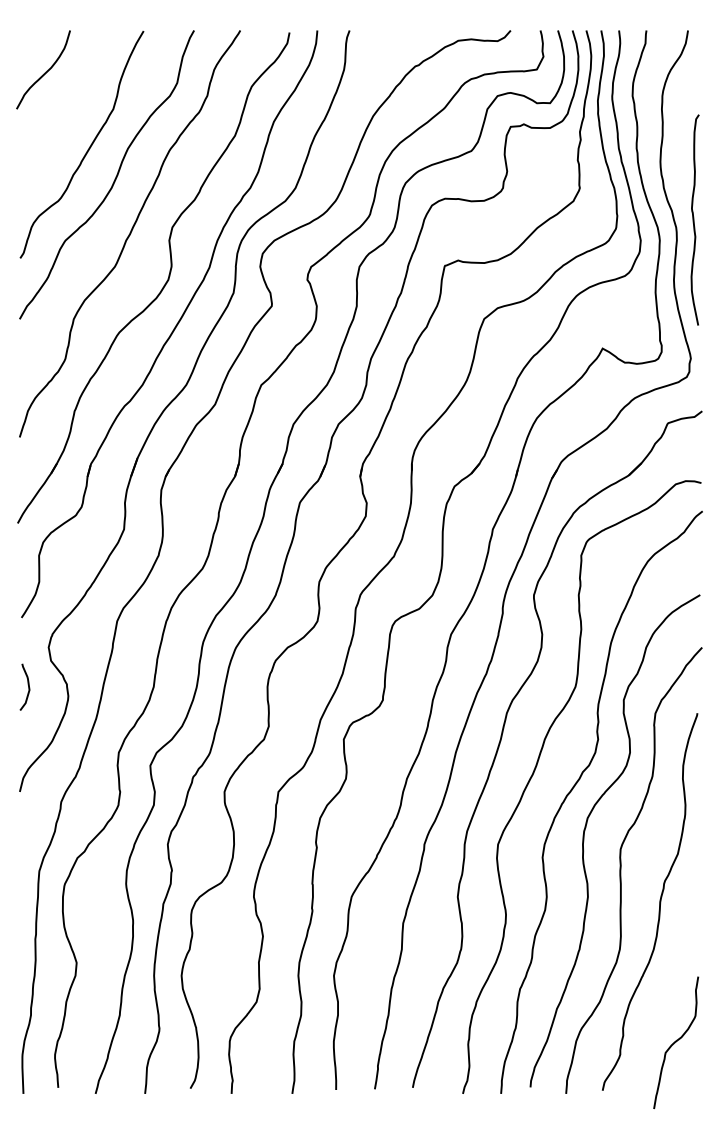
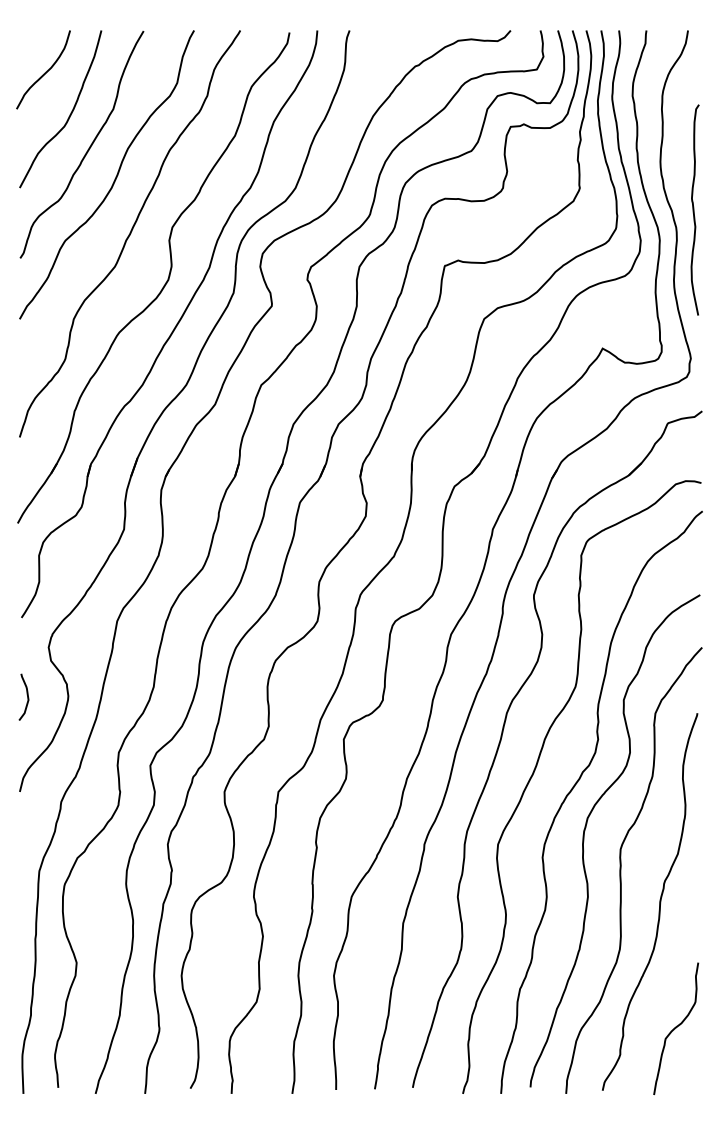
curve at (69, 114): none -> present
curve at (694, 219) position: (694, 219) -> (694, 209)
curve at (27, 684) position: (27, 684) -> (26, 694)
curve at (676, 1042) position: (676, 1042) -> (676, 1028)
